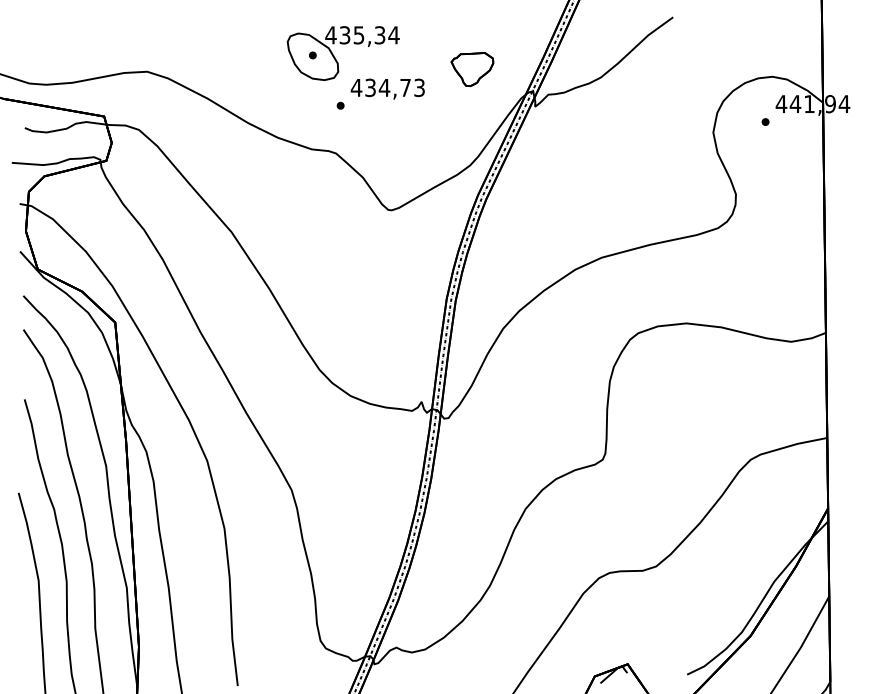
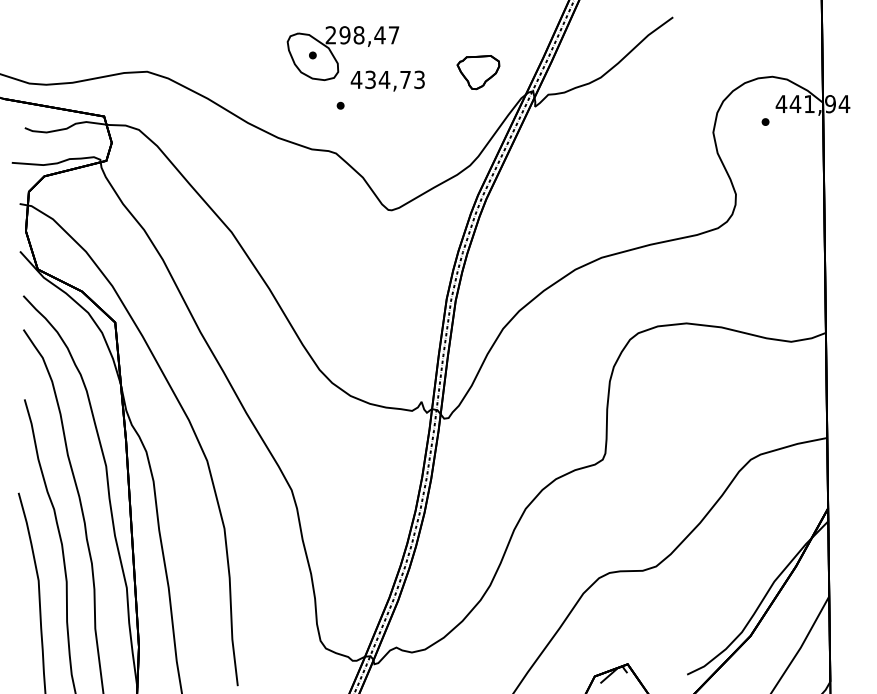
text at (362, 35): 435,34 -> 298,47
part at (472, 69) position: (472, 69) -> (478, 72)
text at (387, 88) position: (387, 88) -> (387, 80)
